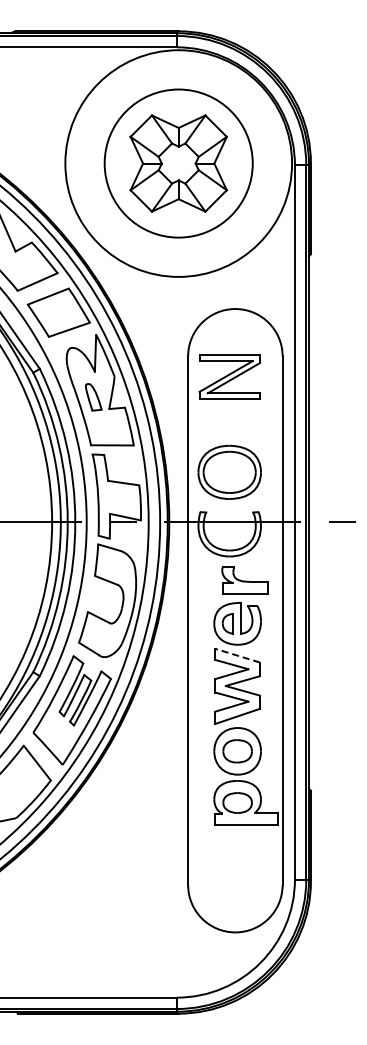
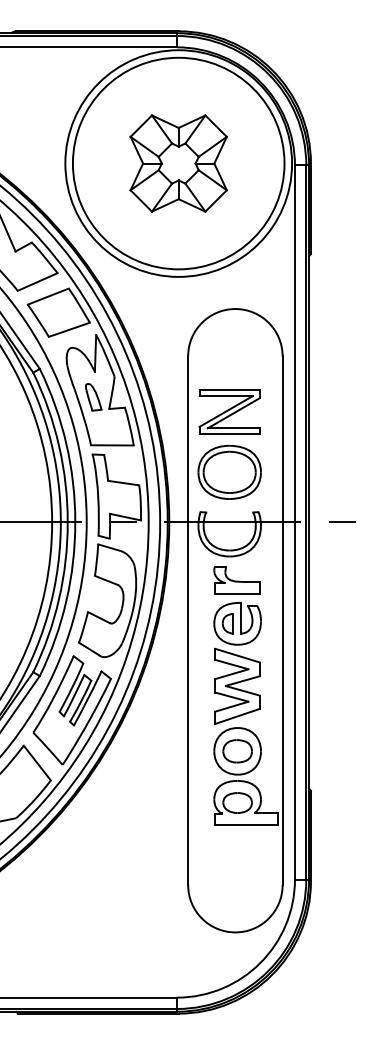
circle at (178, 163) diameter: 148 px -> 212 px
part at (229, 376) position: (229, 376) -> (229, 411)
part at (244, 580) position: (244, 580) -> (236, 580)
line at (237, 655): dashed -> solid
